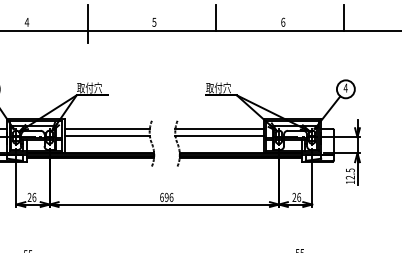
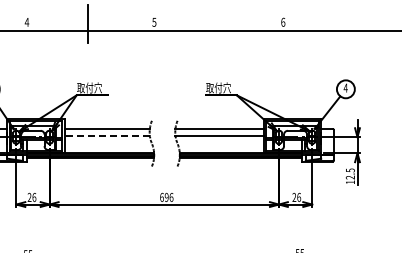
line at (215, 17): present -> none
line at (343, 17): present -> none
line at (106, 135): solid -> dashed
